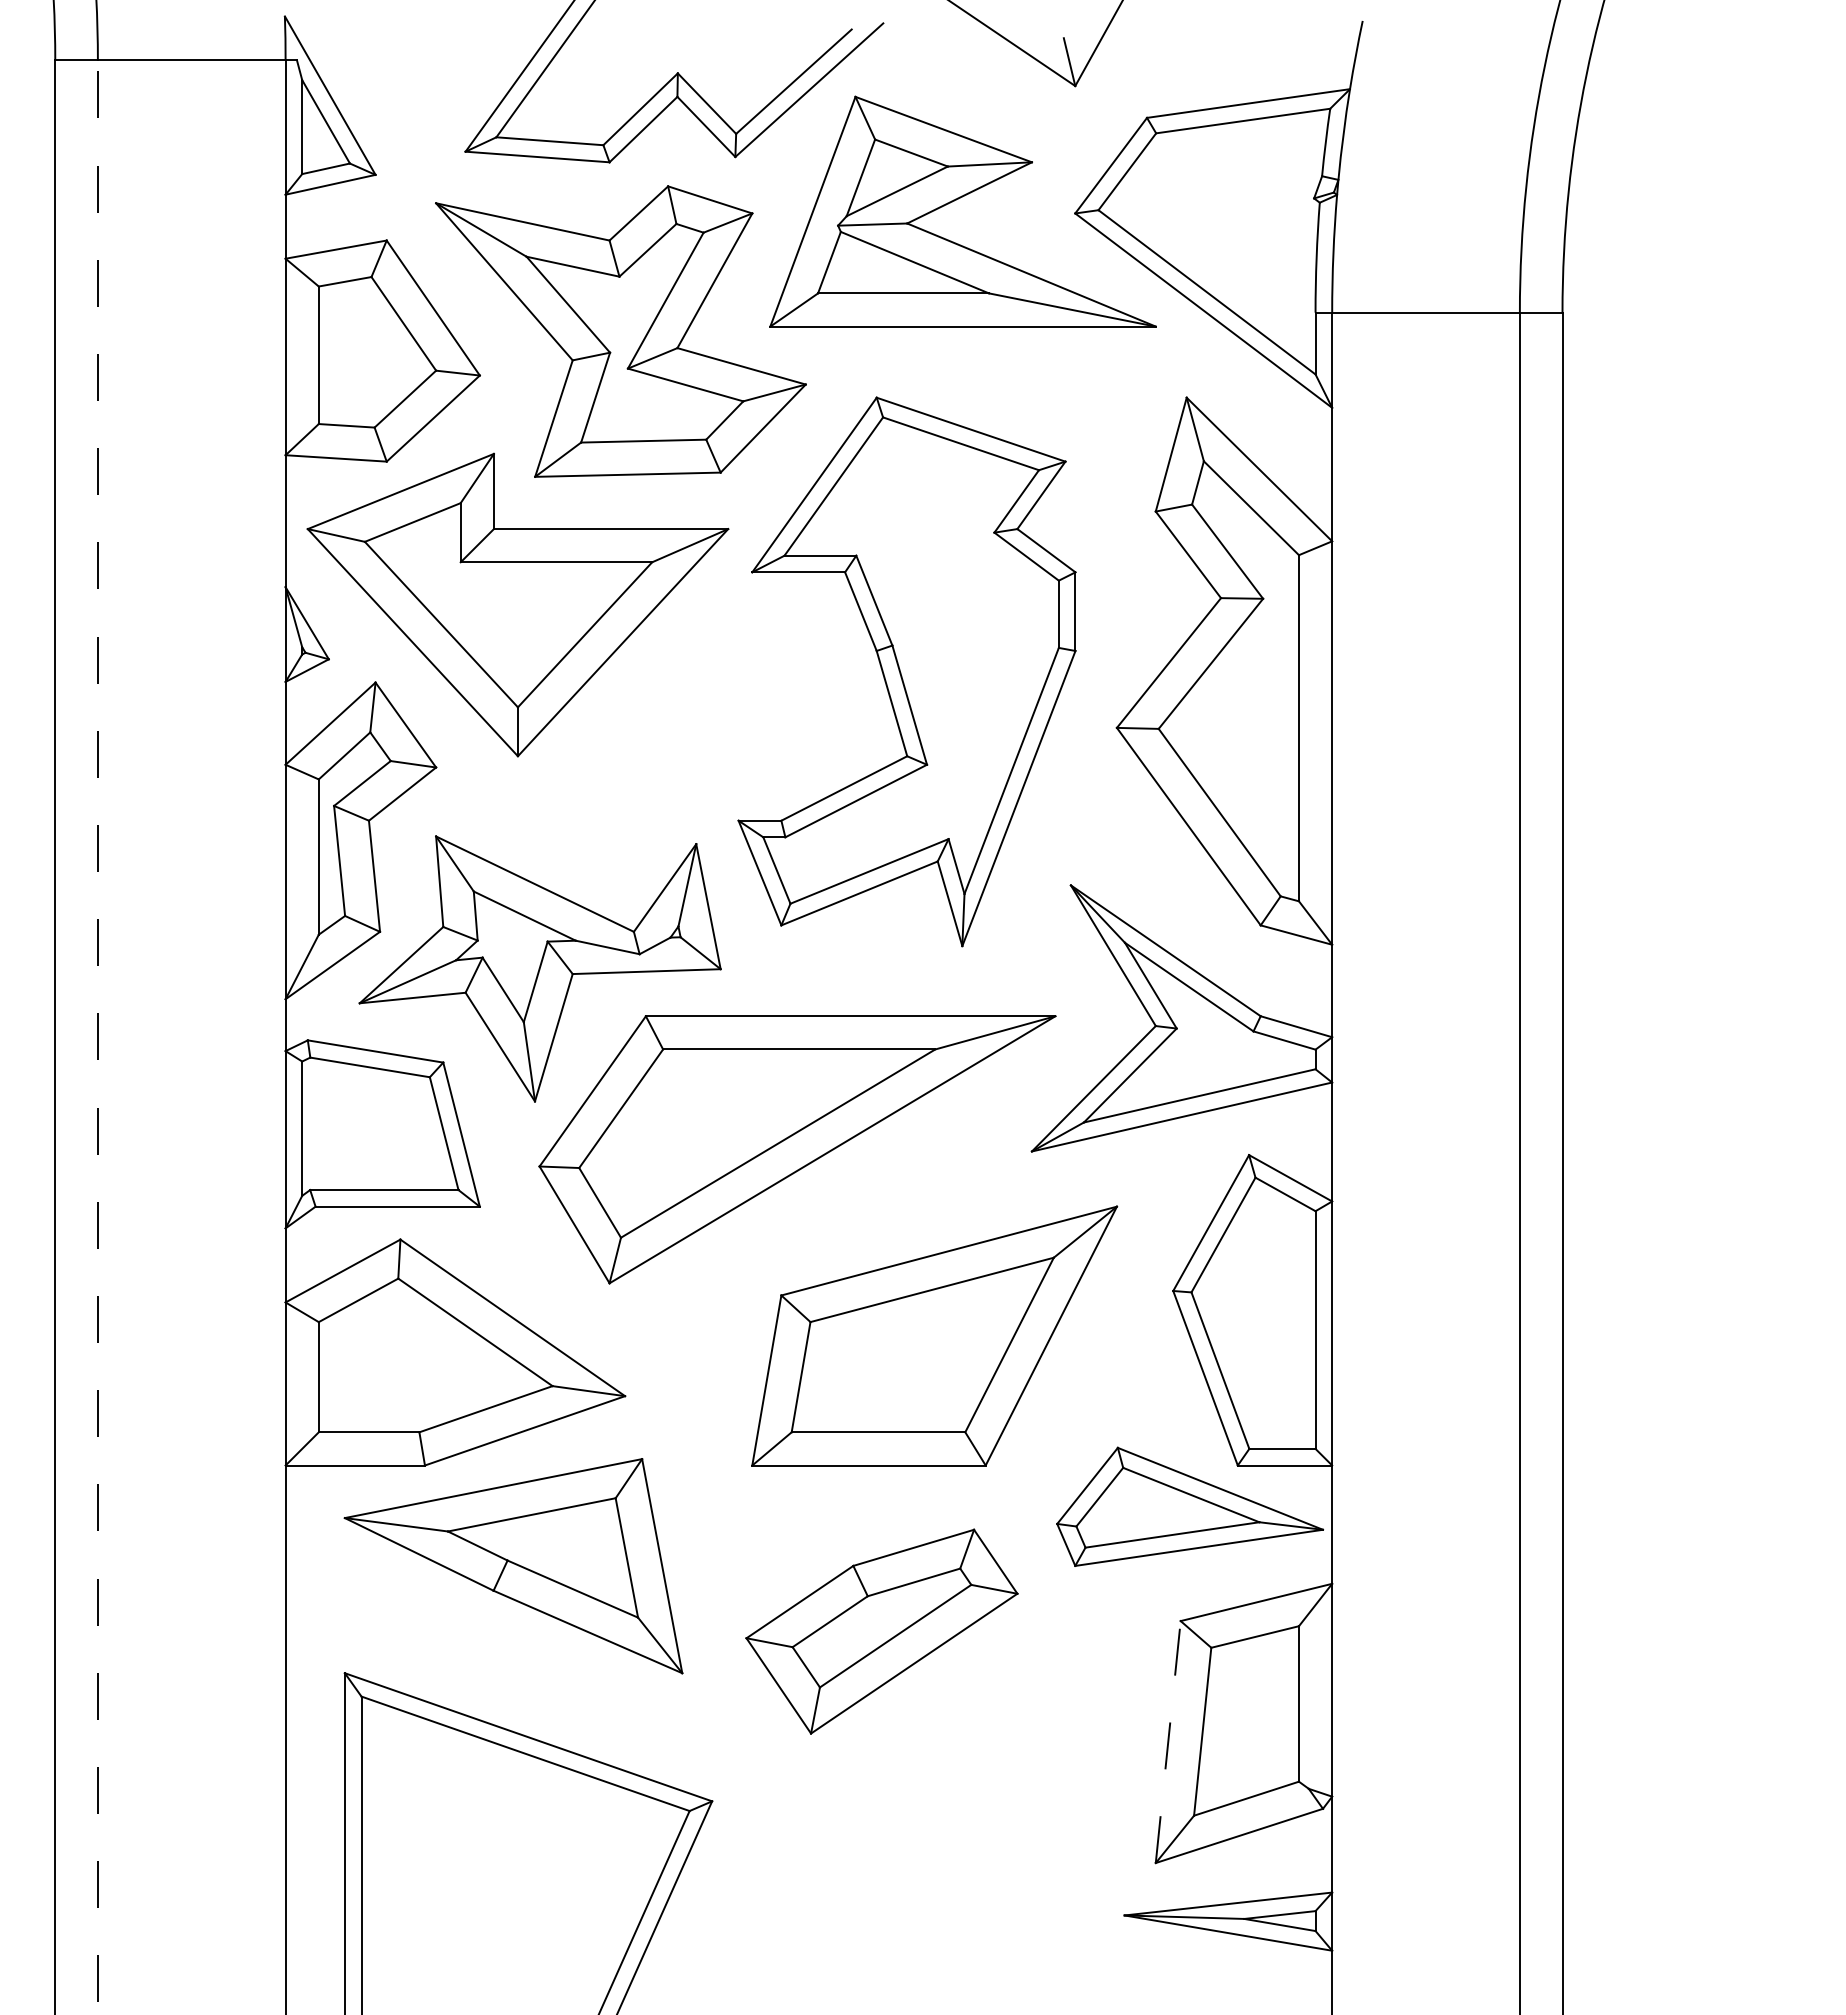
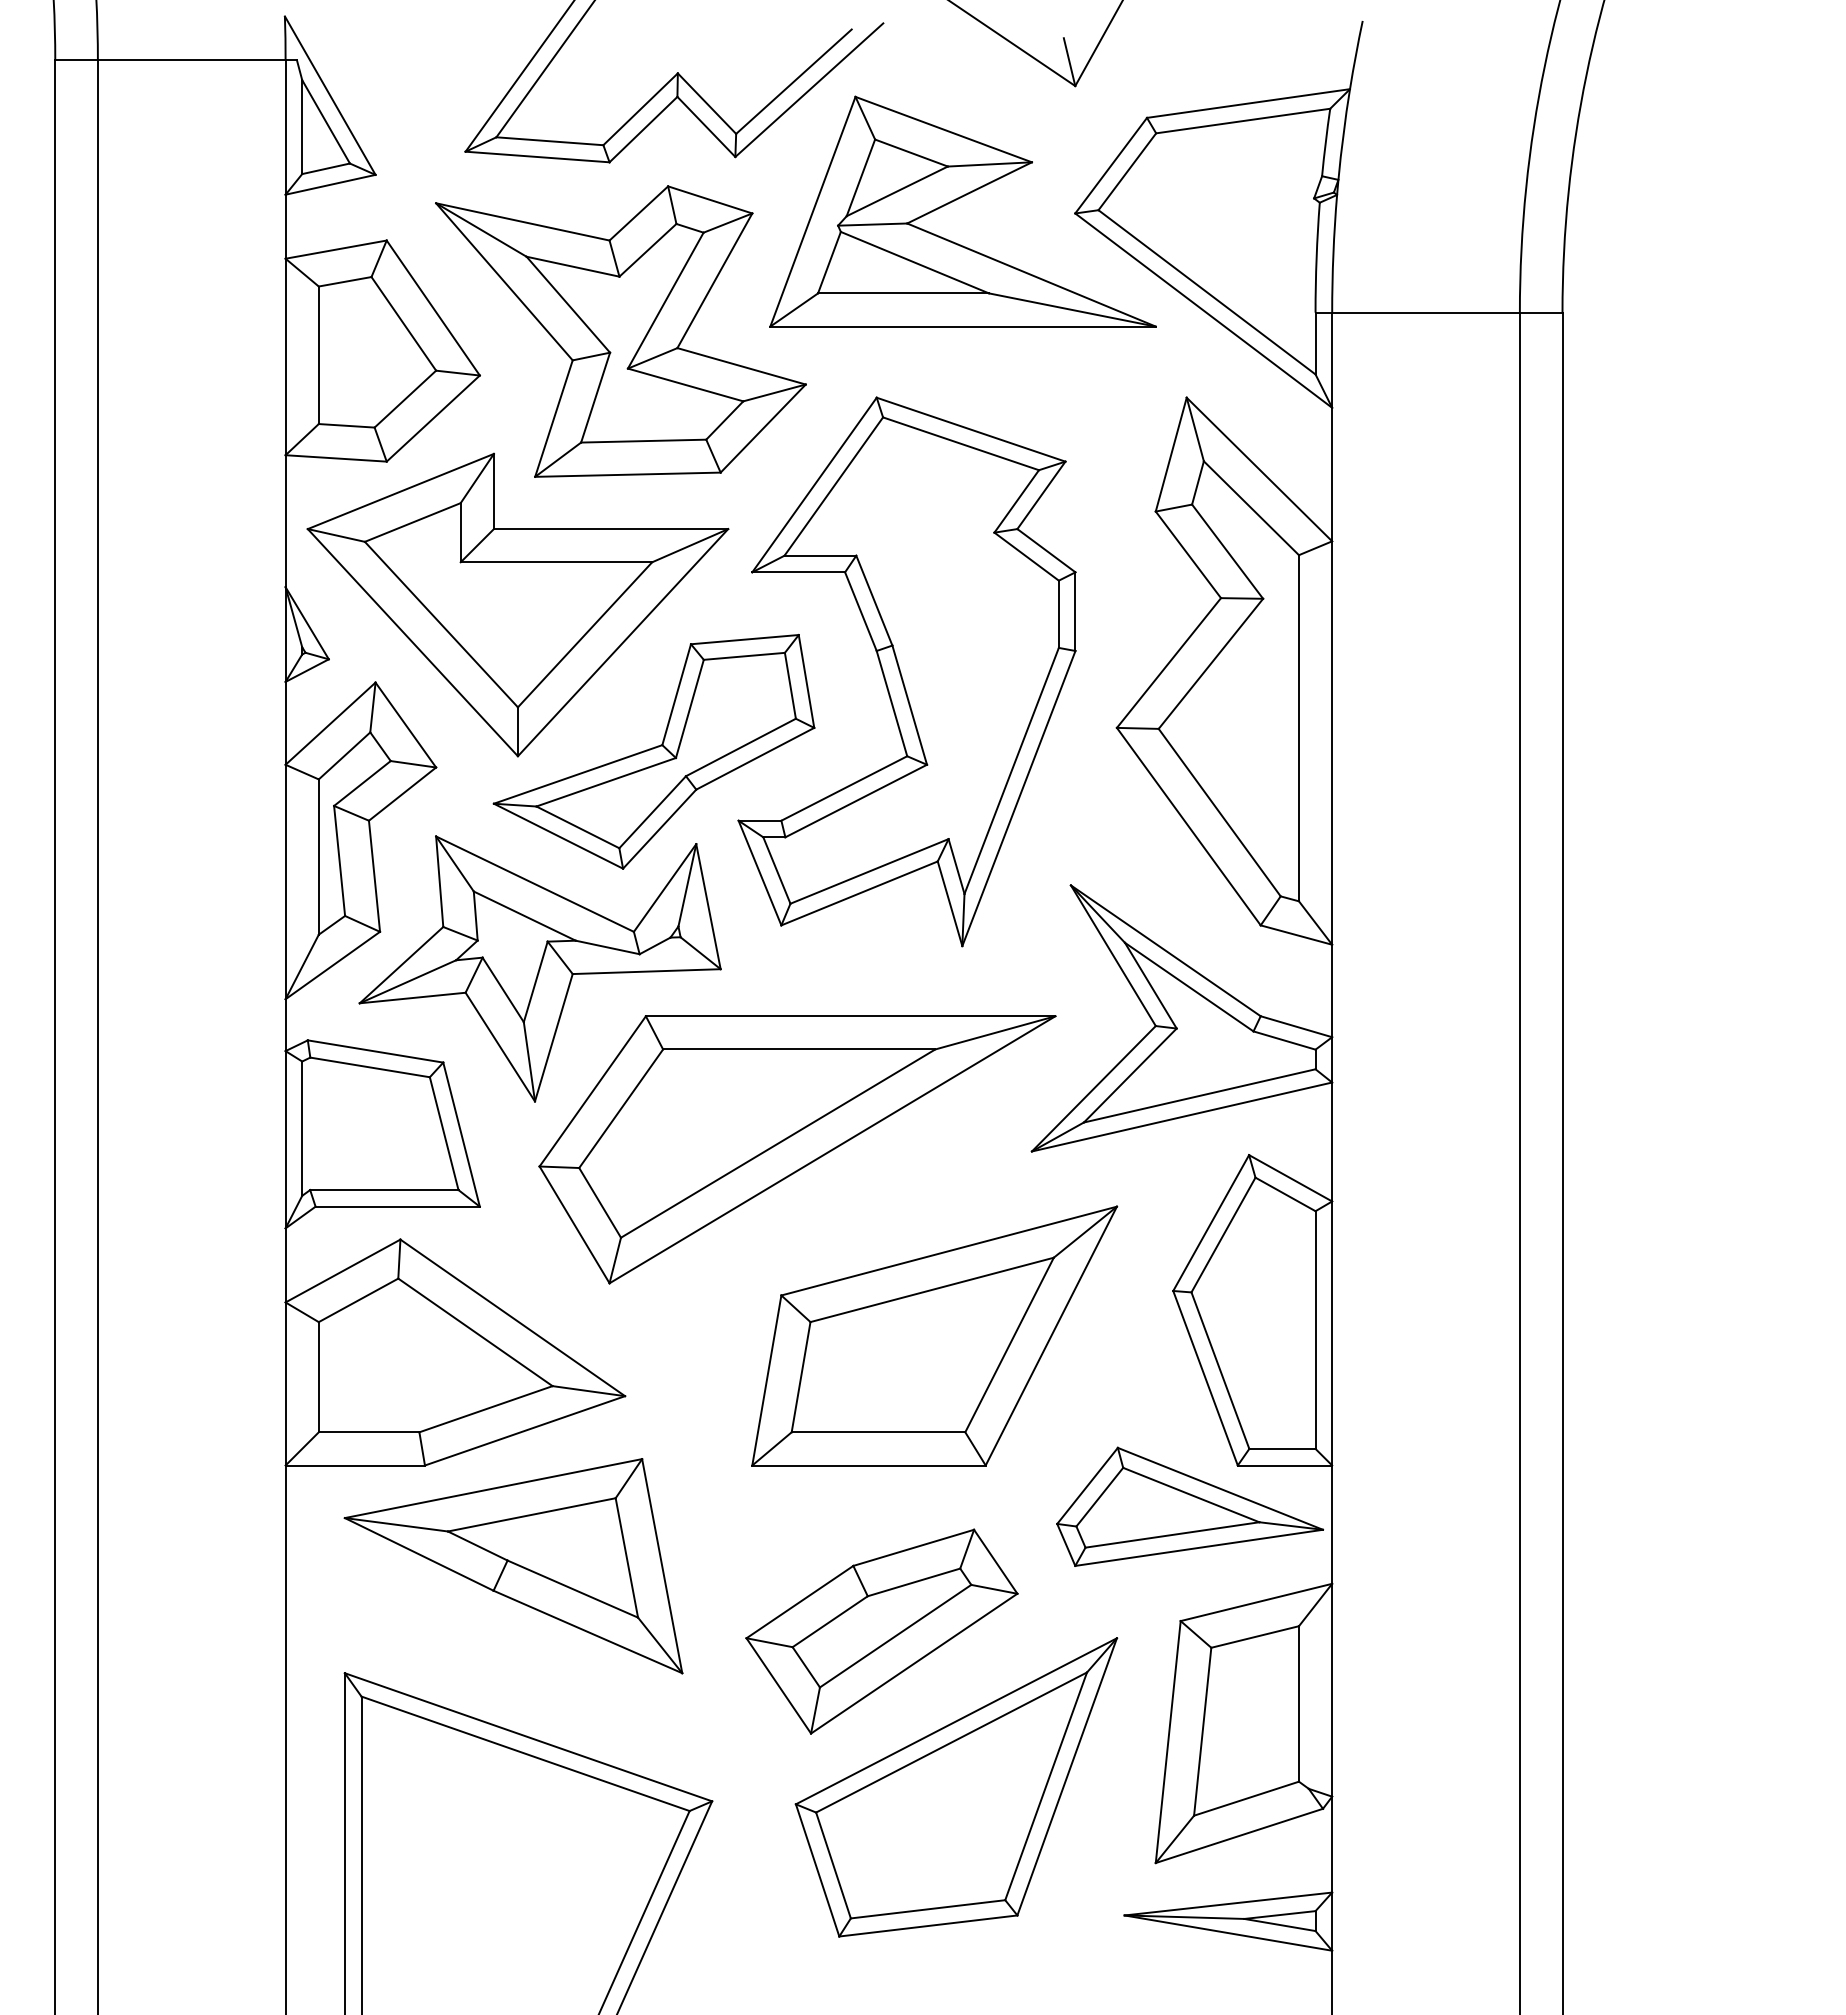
part at (653, 751): none -> present
line at (97, 1037): dashed -> solid
line at (1168, 1742): dashed -> solid
part at (956, 1787): none -> present
